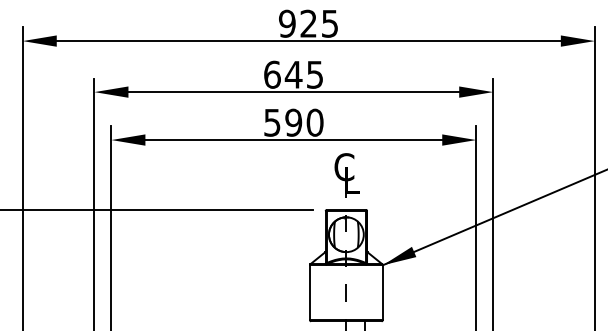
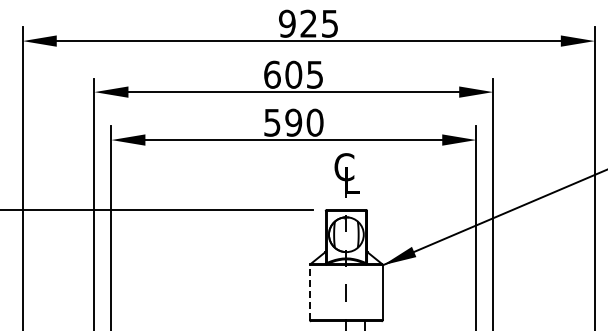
text at (293, 74): 645 -> 605
line at (309, 292): solid -> dashed
